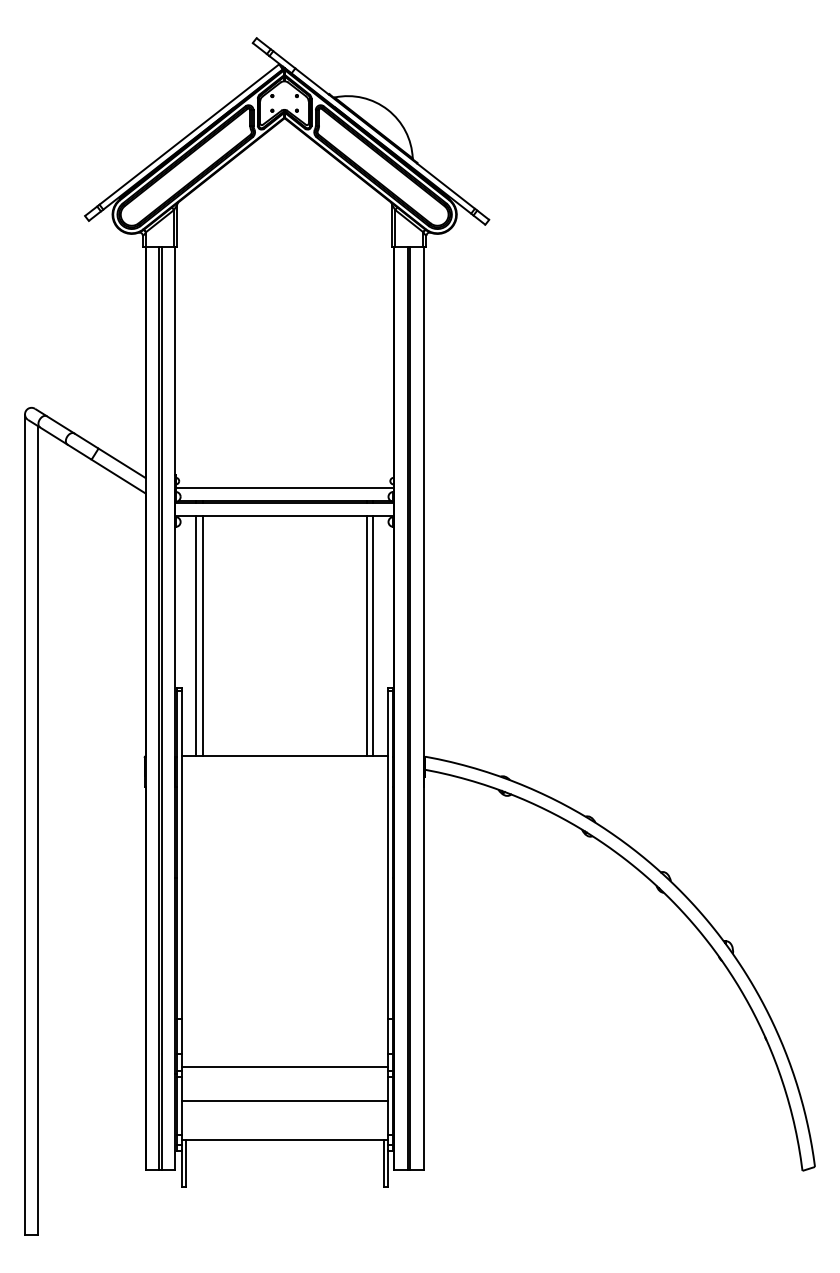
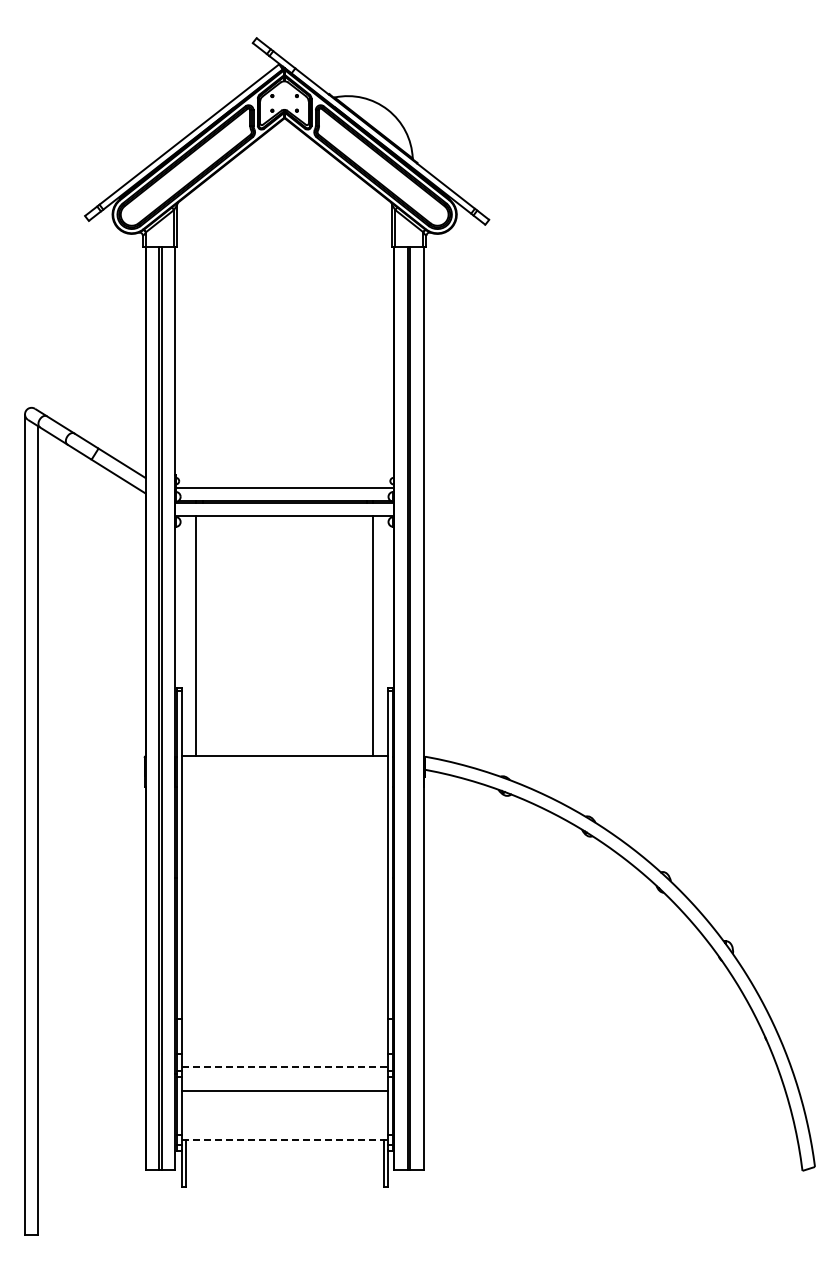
line at (202, 635): present -> none
line at (366, 635): present -> none
line at (285, 1067): solid -> dashed
line at (284, 1100) position: (284, 1100) -> (284, 1090)
line at (285, 1139): solid -> dashed
